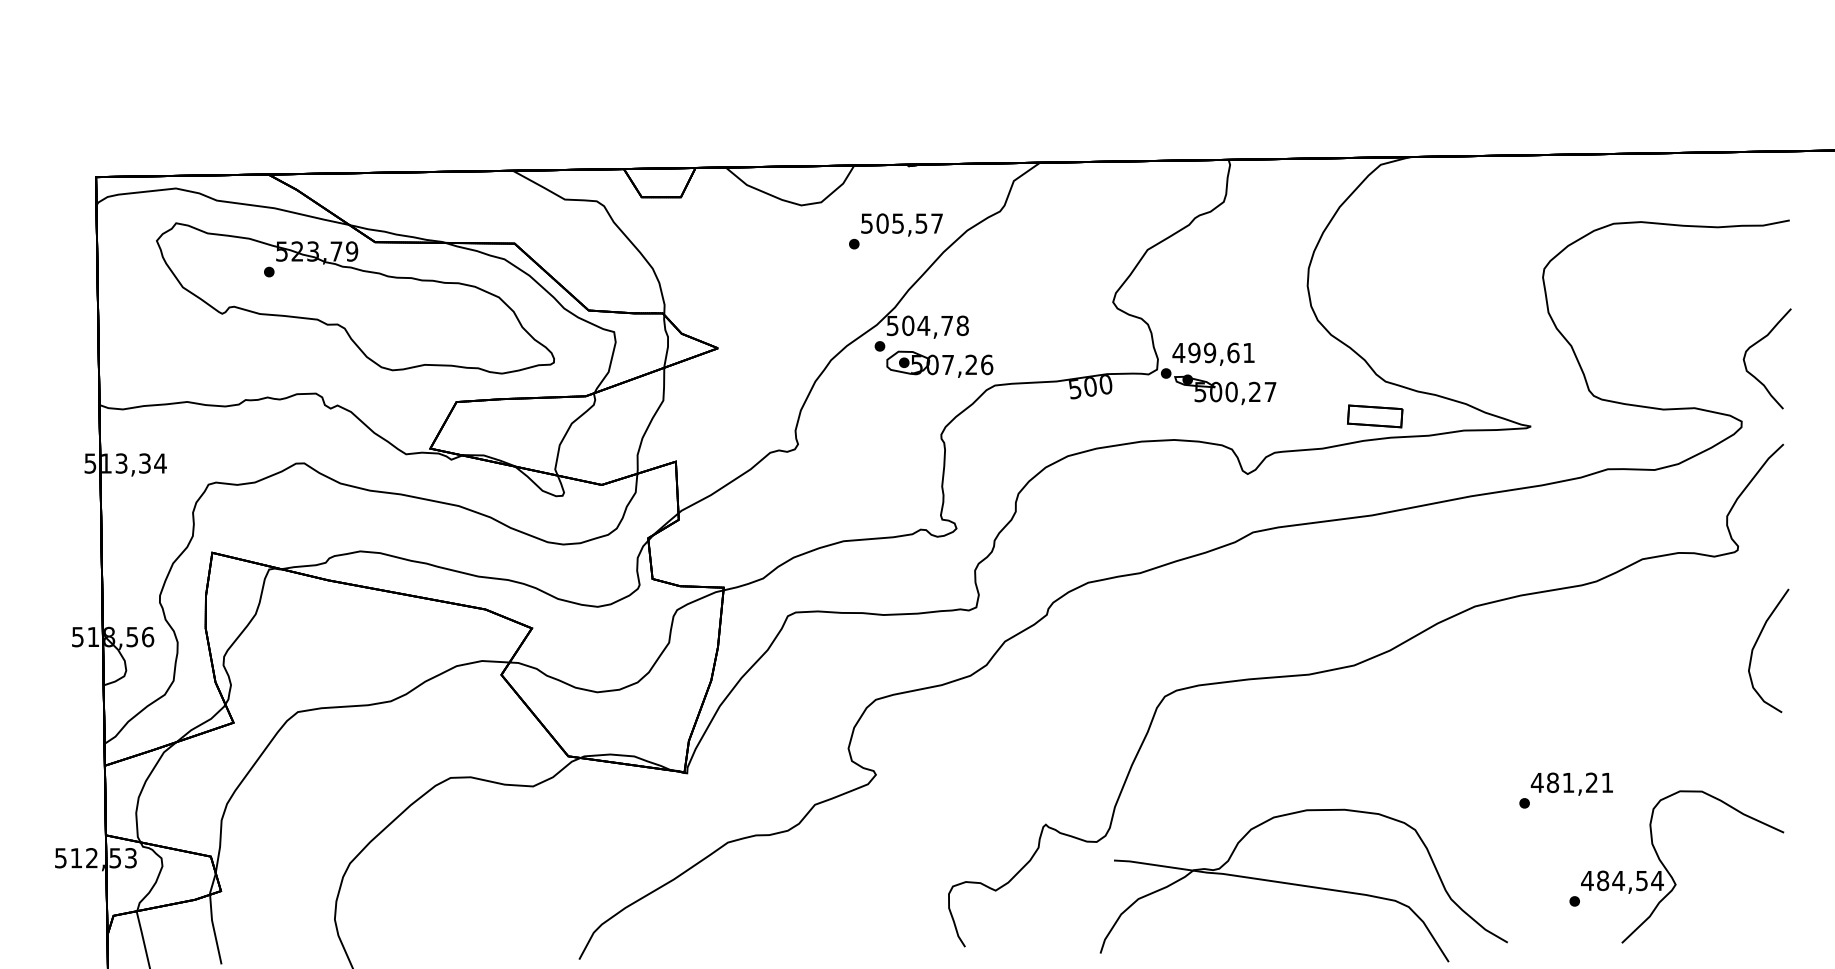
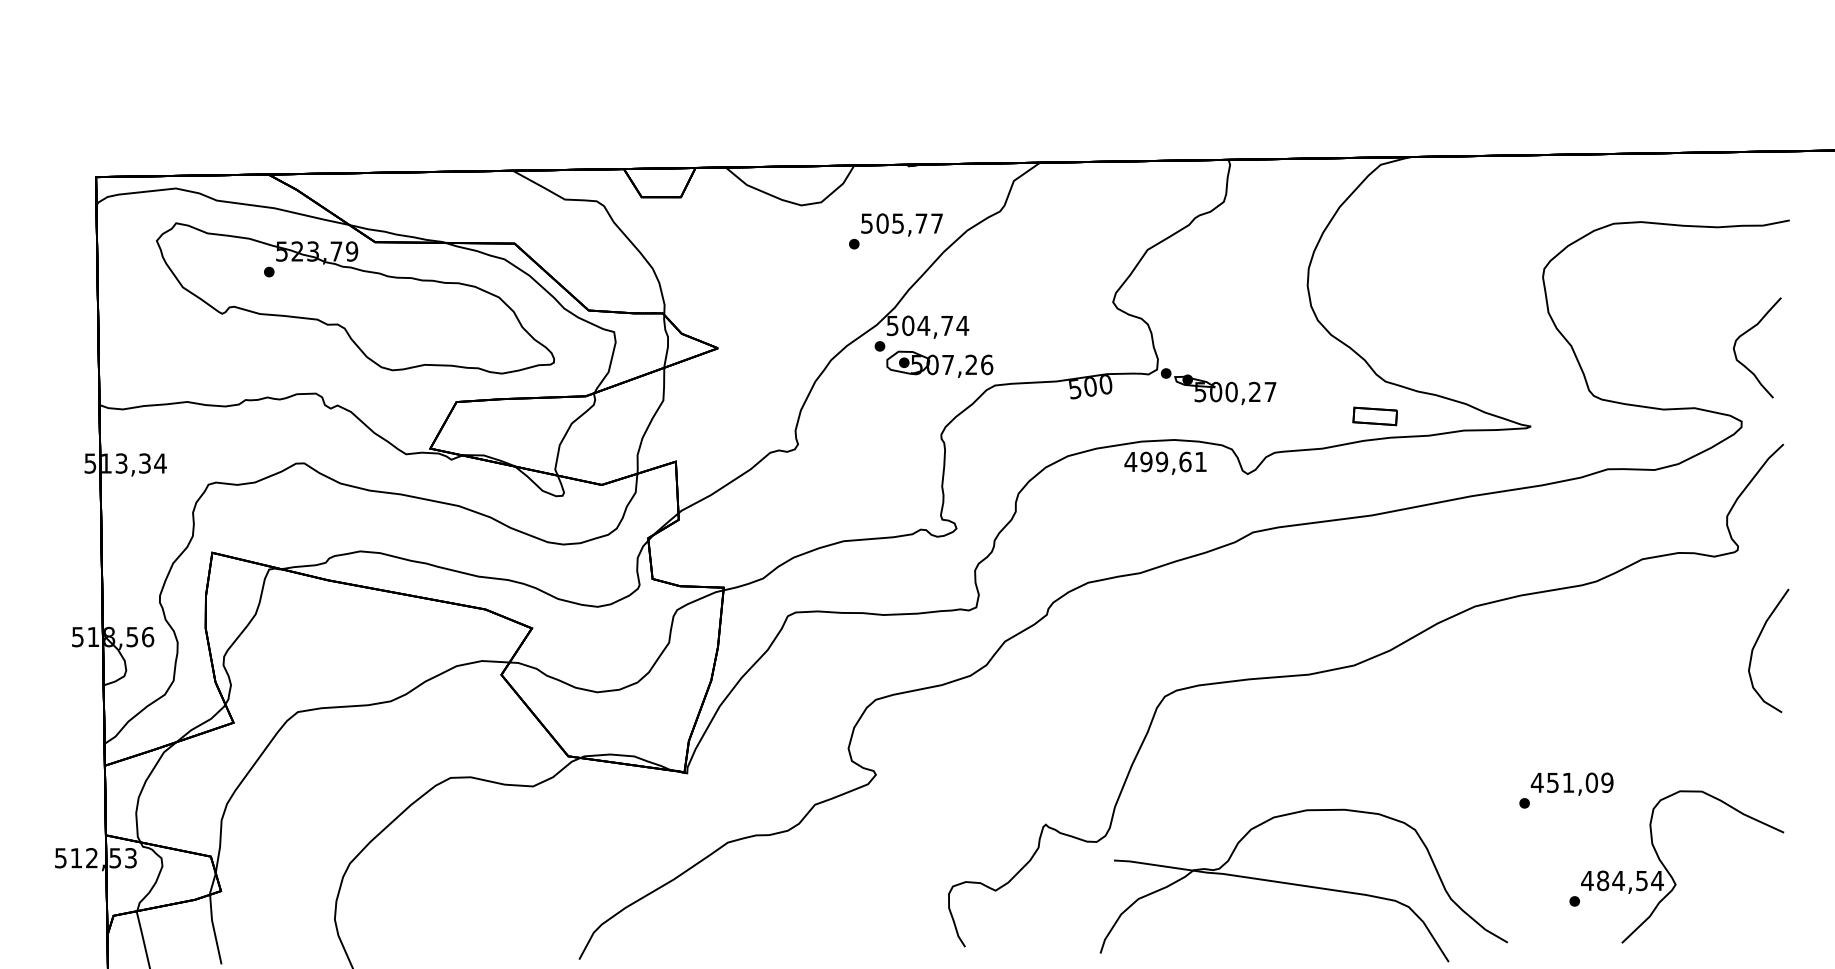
text at (921, 223): 505,57 -> 505,77
text at (962, 325): 504,78 -> 504,74
curve at (1757, 343) position: (1757, 343) -> (1747, 332)
text at (1213, 353) position: (1213, 353) -> (1165, 462)
part at (1375, 416) size: 57x25 px -> 46x21 px
text at (1580, 782): 481,21 -> 451,09
